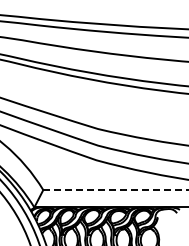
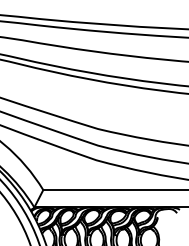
line at (116, 190): dashed -> solid
